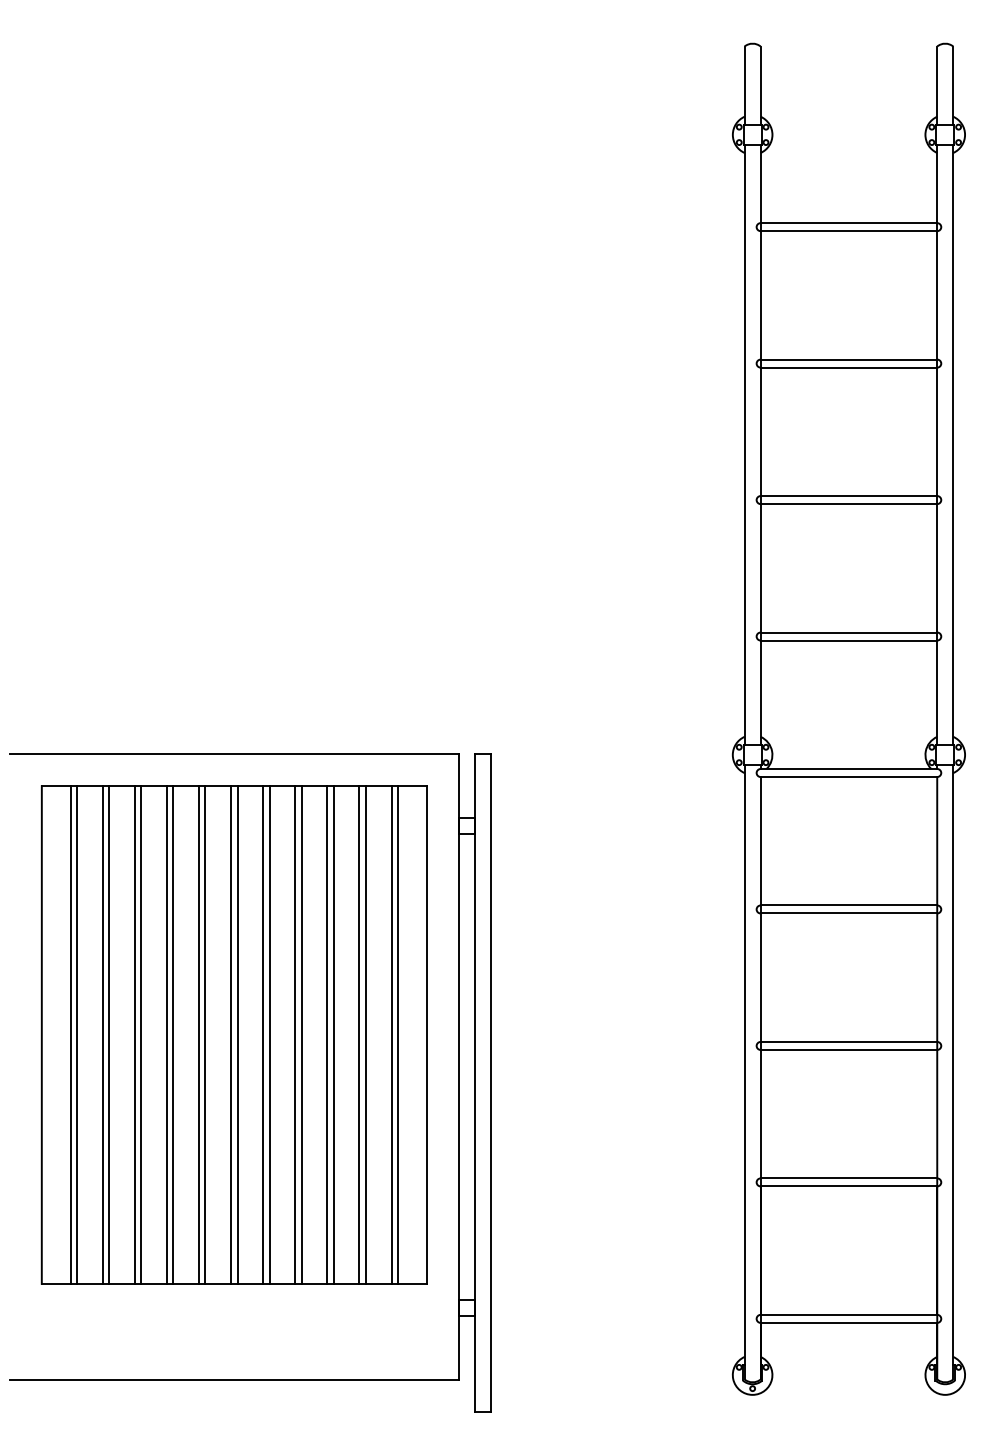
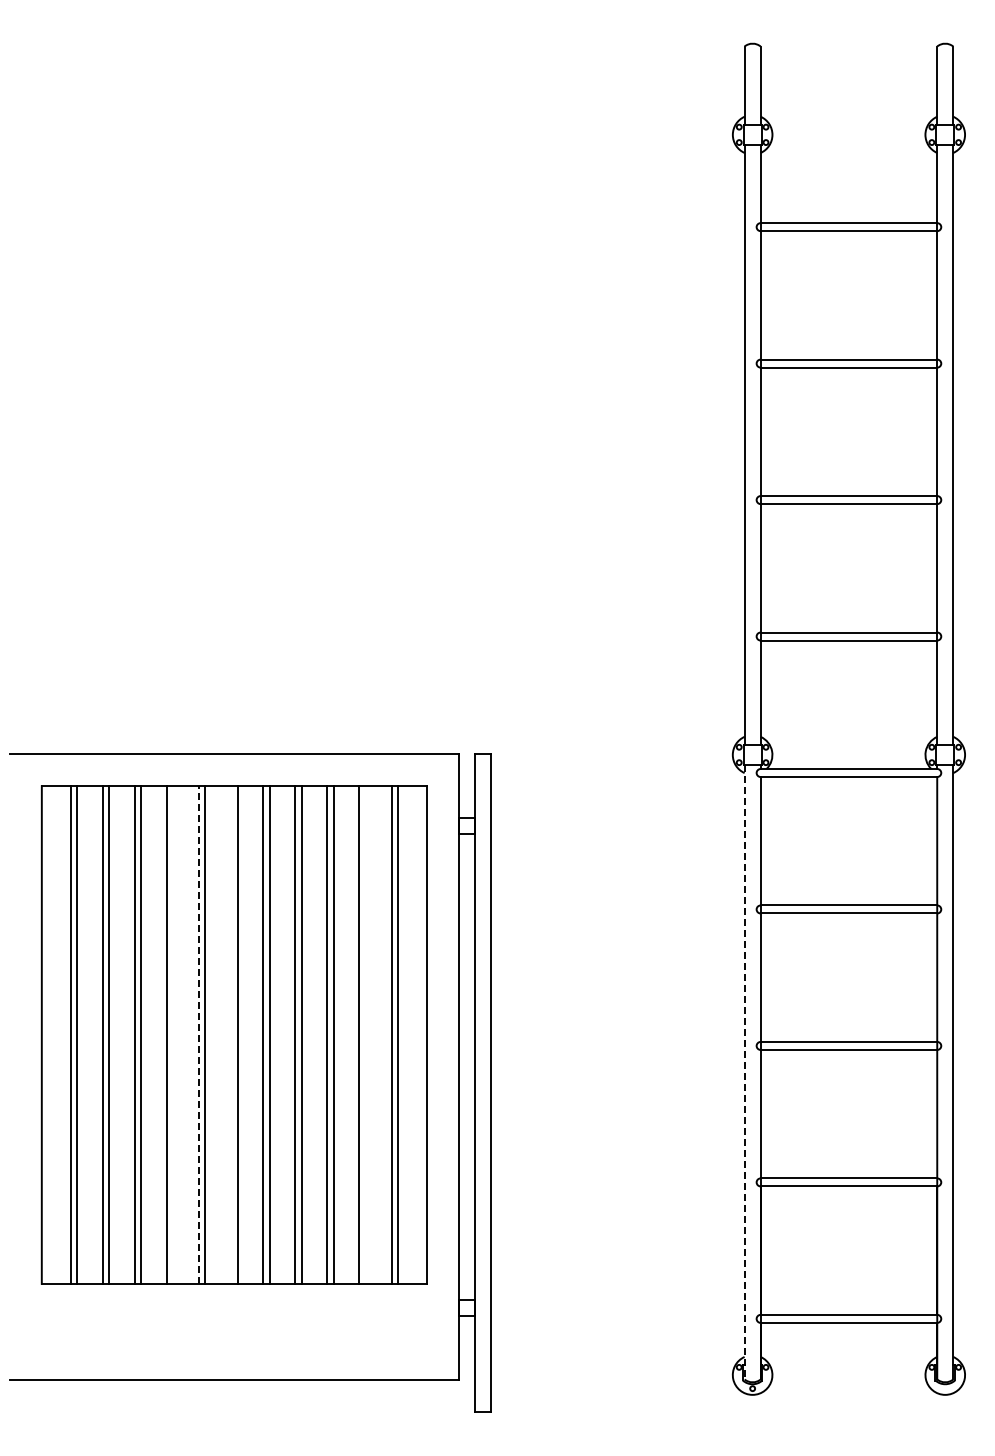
line at (173, 1034): present -> none
line at (231, 1034): present -> none
line at (365, 1034): present -> none
line at (199, 1035): solid -> dashed
line at (744, 1072): solid -> dashed
